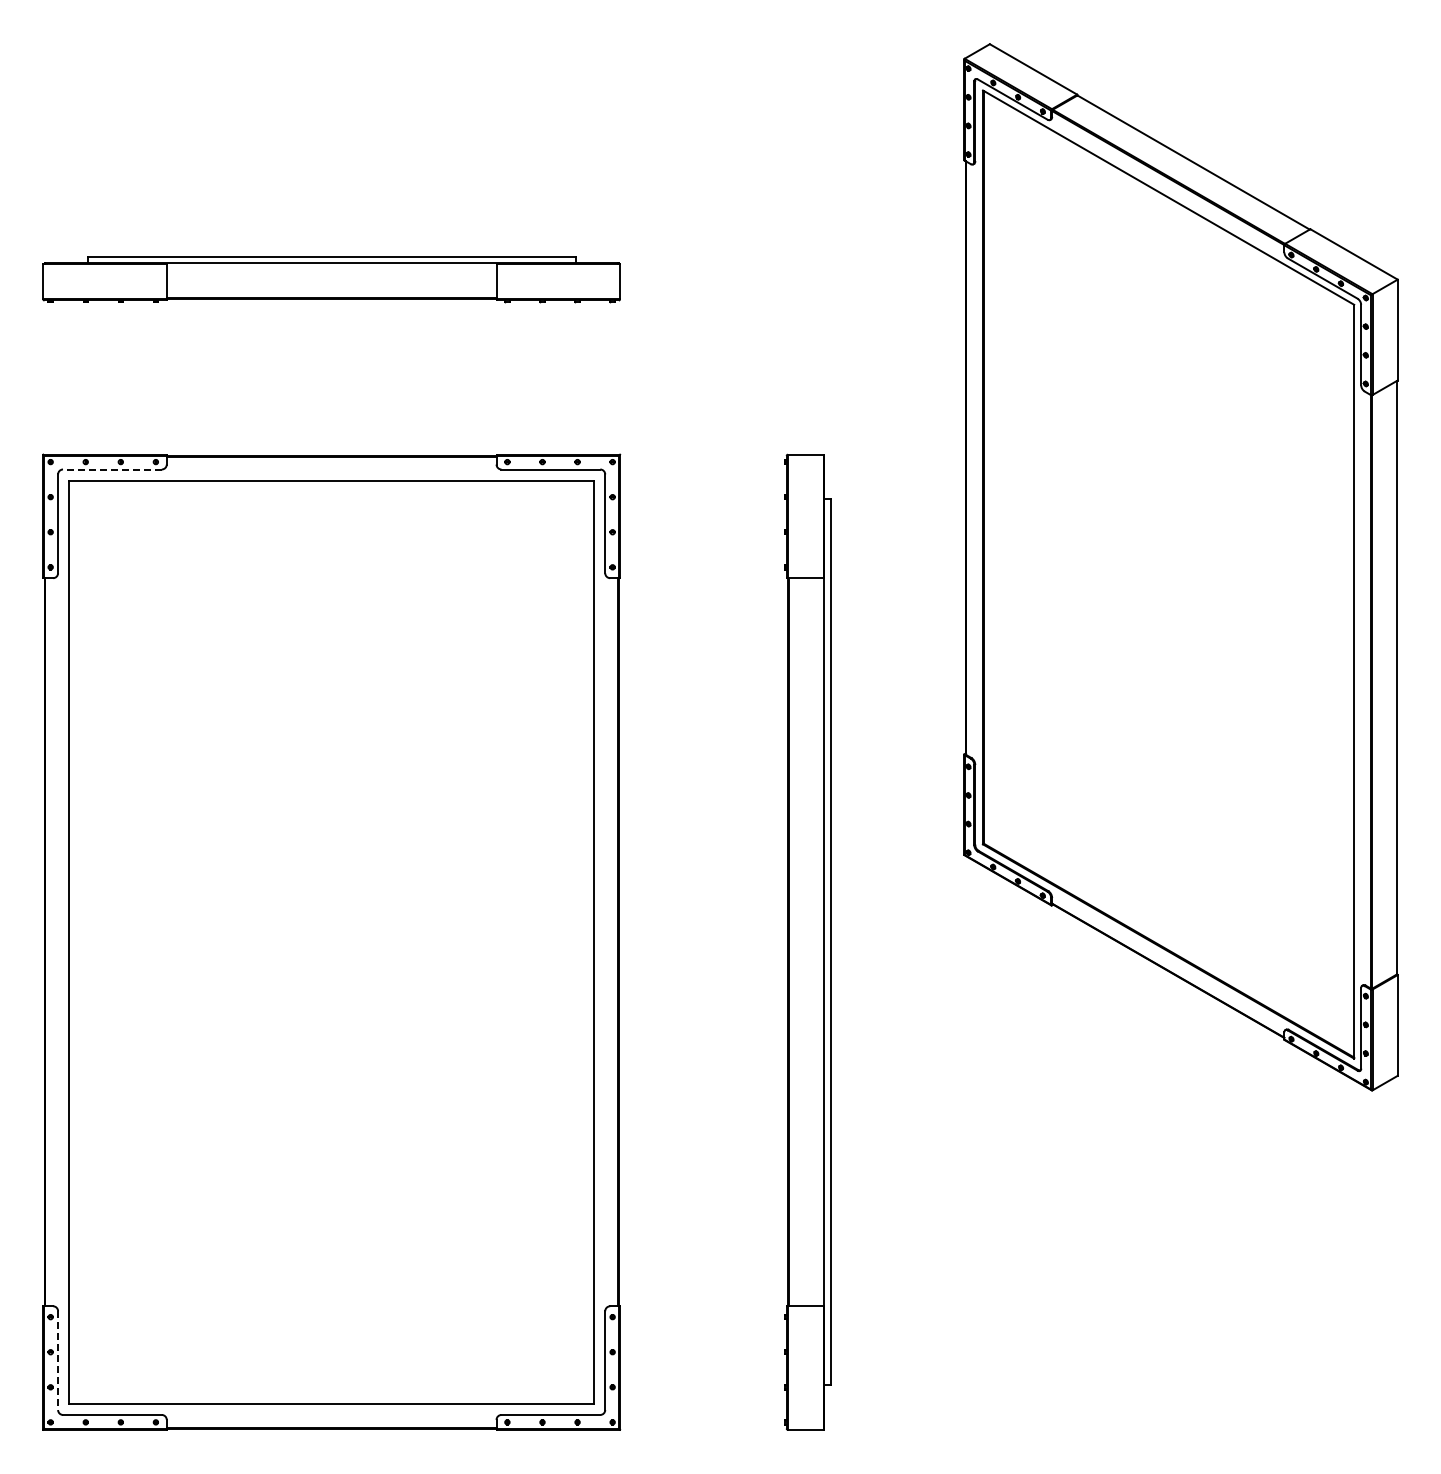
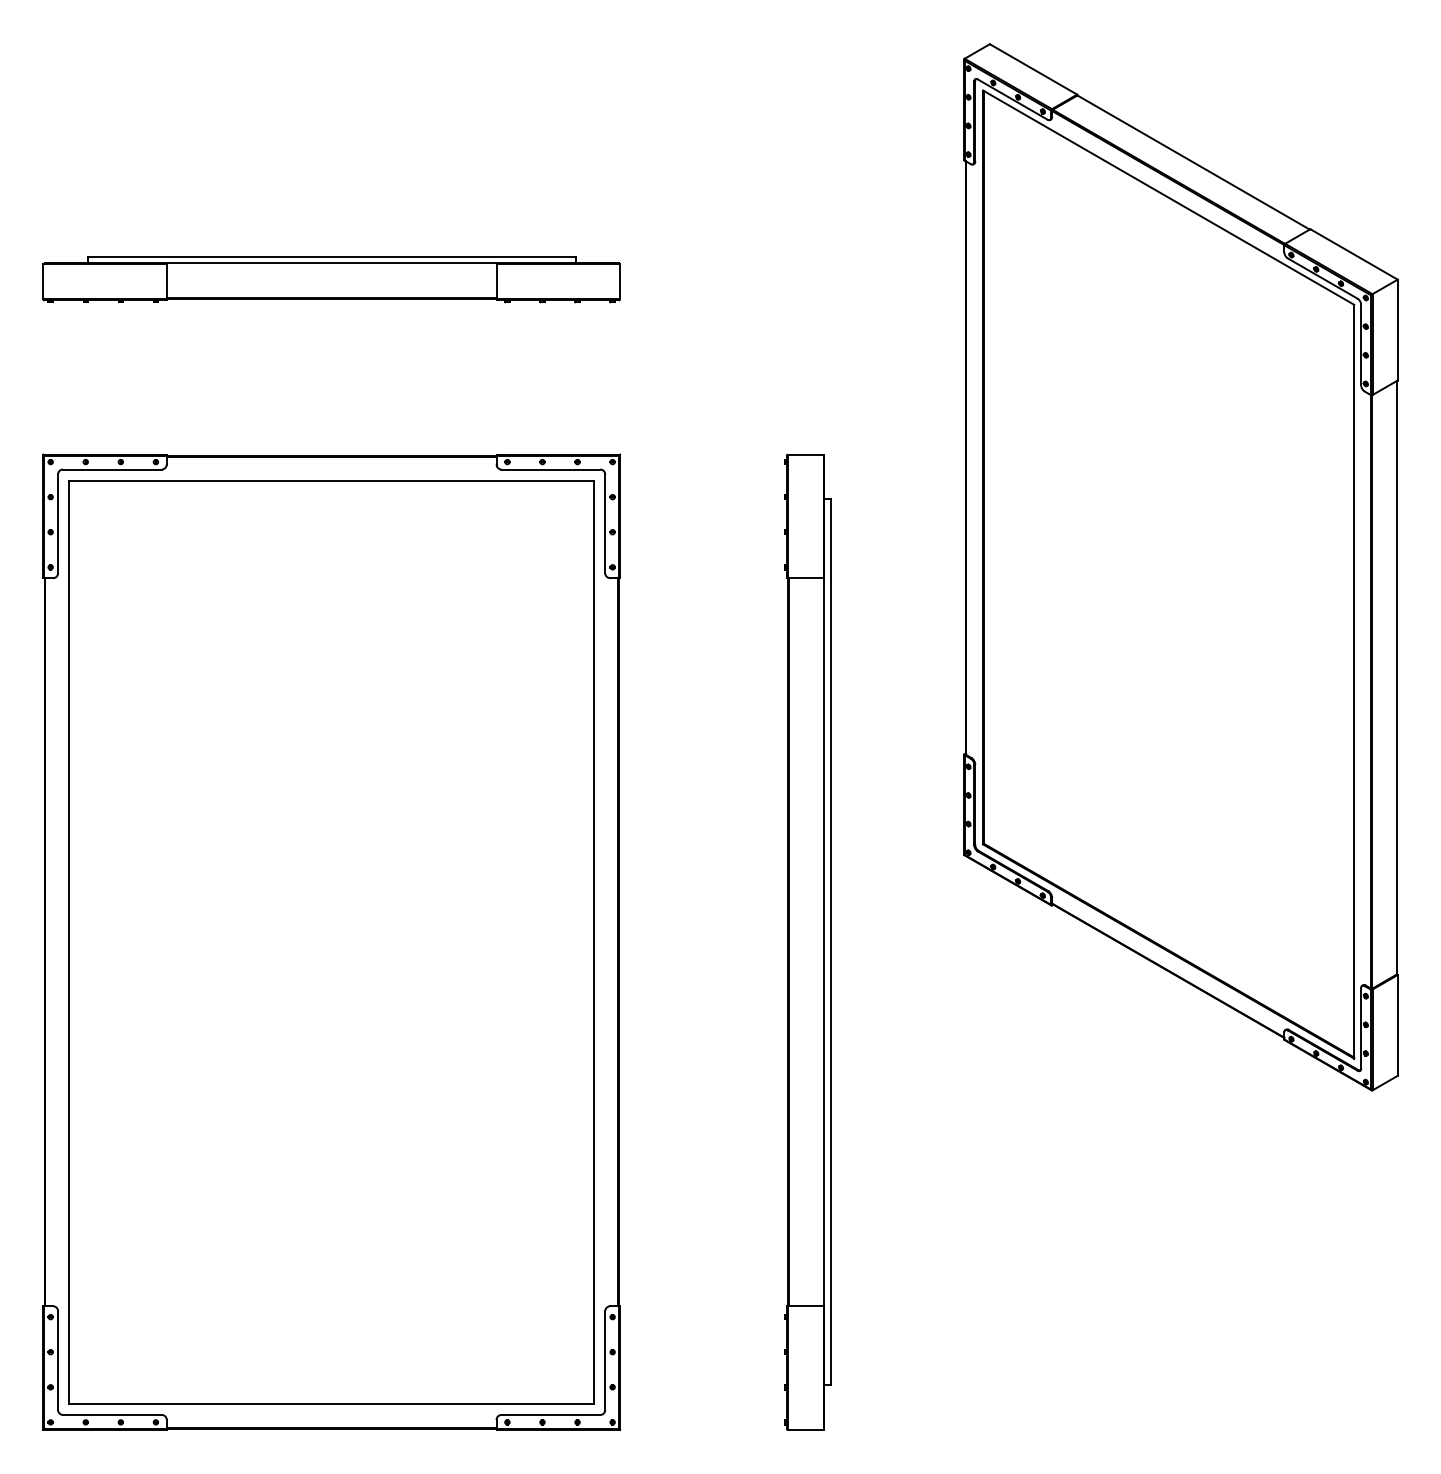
line at (111, 469): dashed -> solid
line at (58, 1361): dashed -> solid
